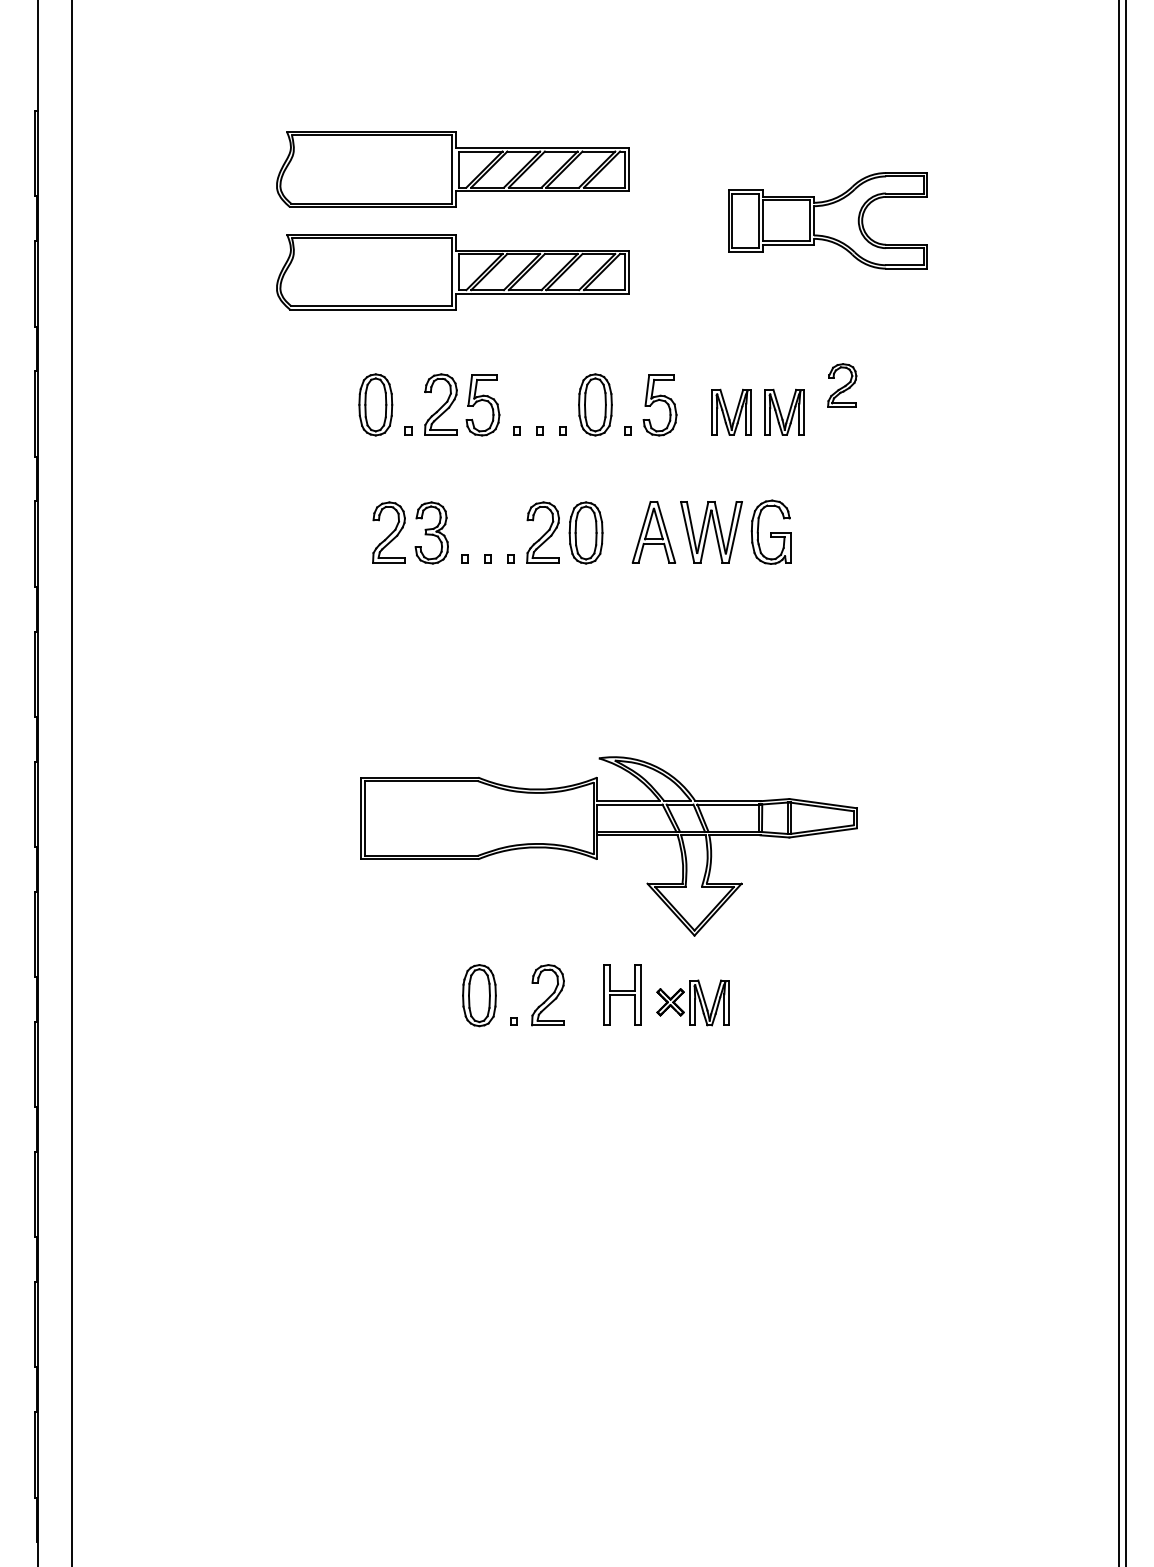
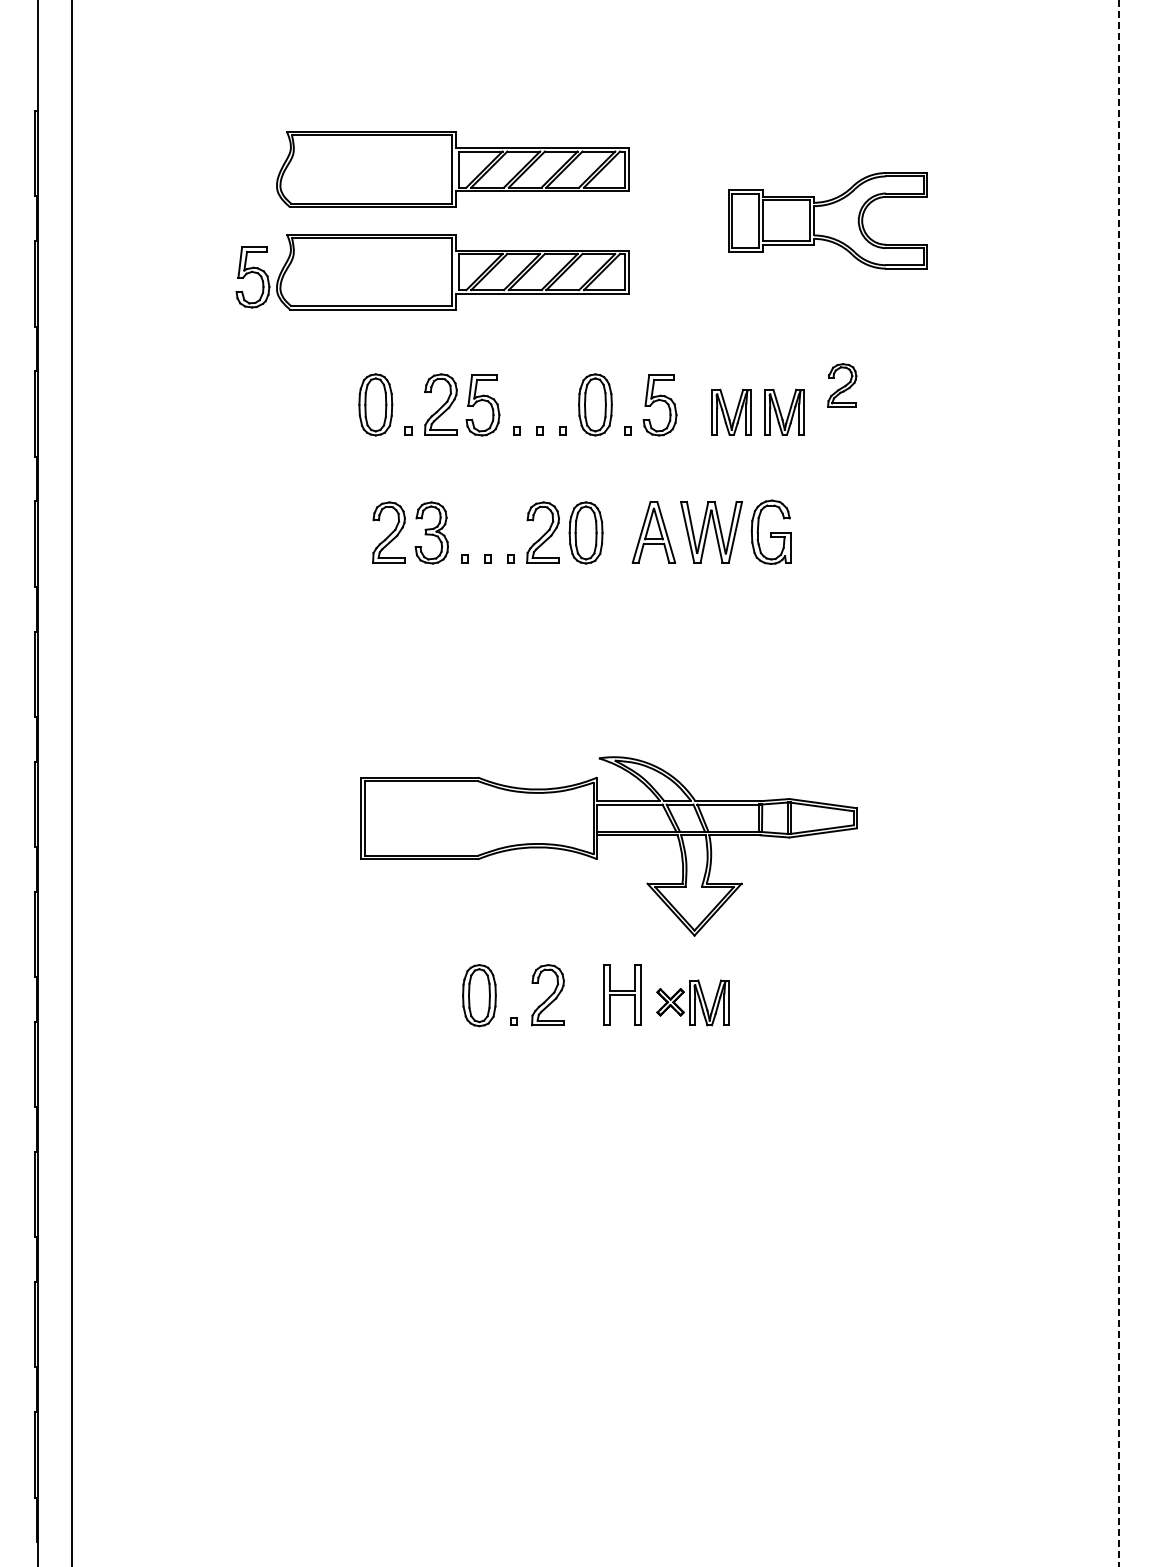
part at (252, 277): none -> present
line at (1125, 782): present -> none
line at (1119, 783): solid -> dashed
